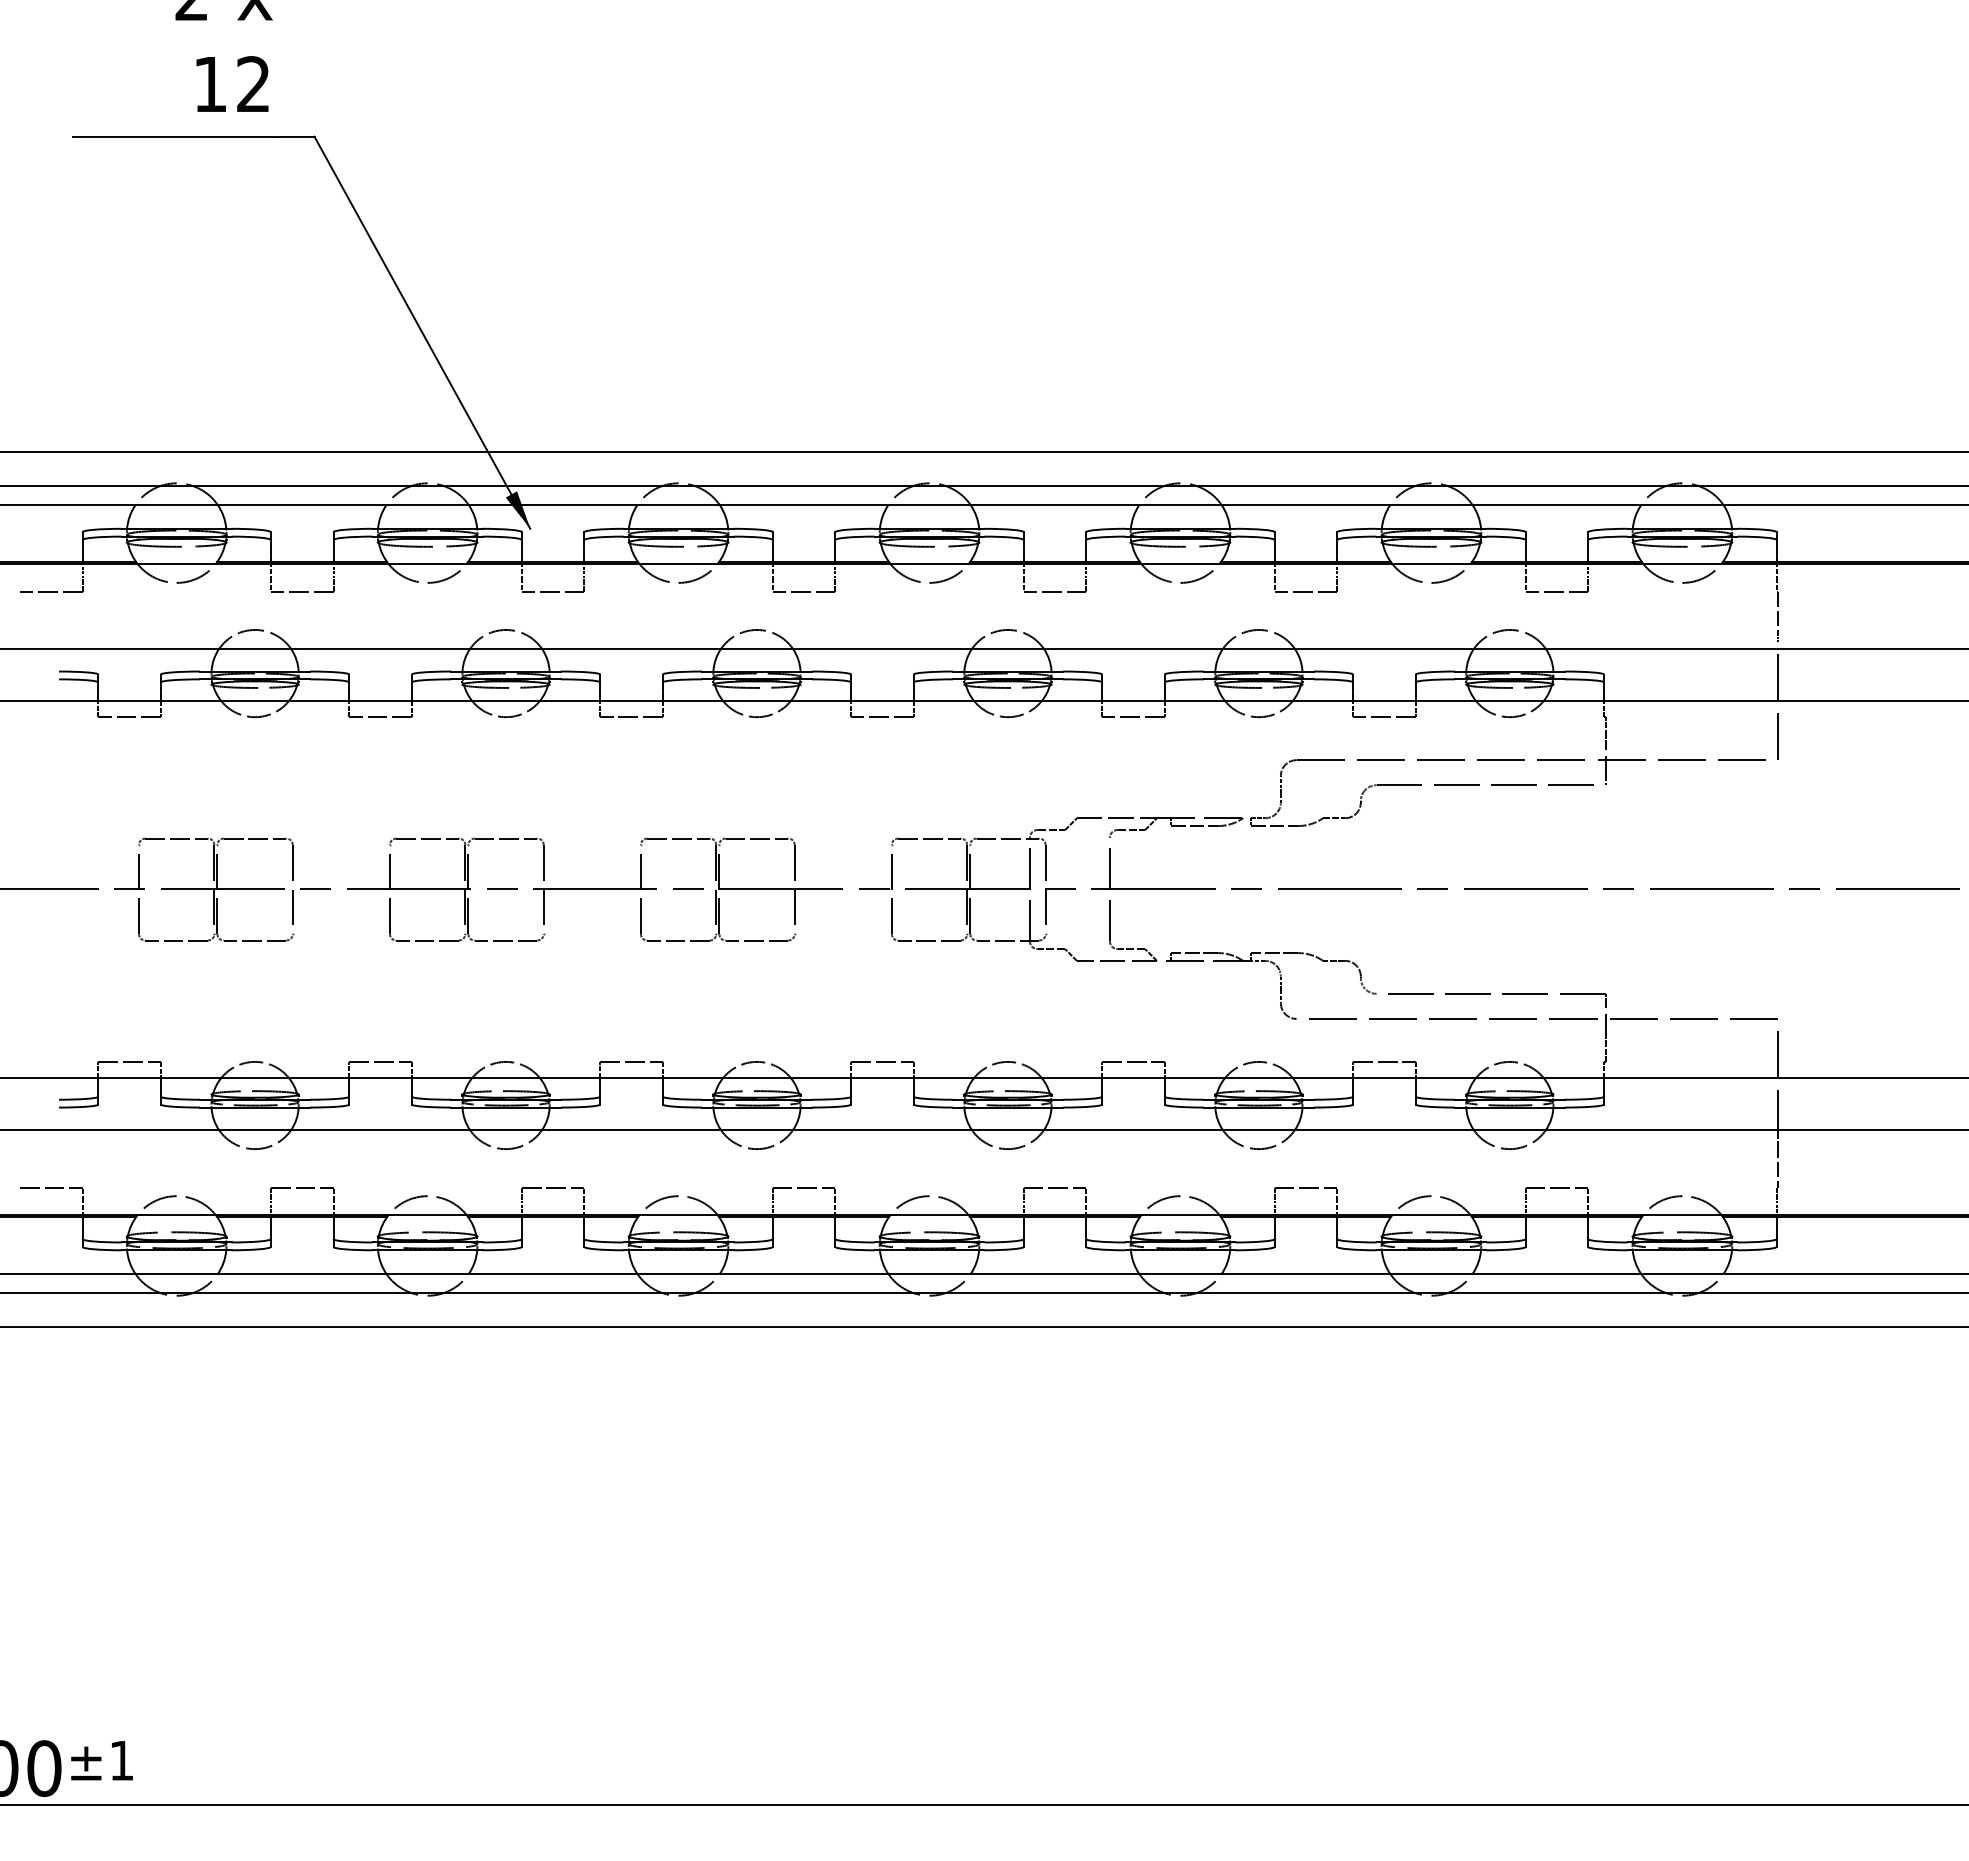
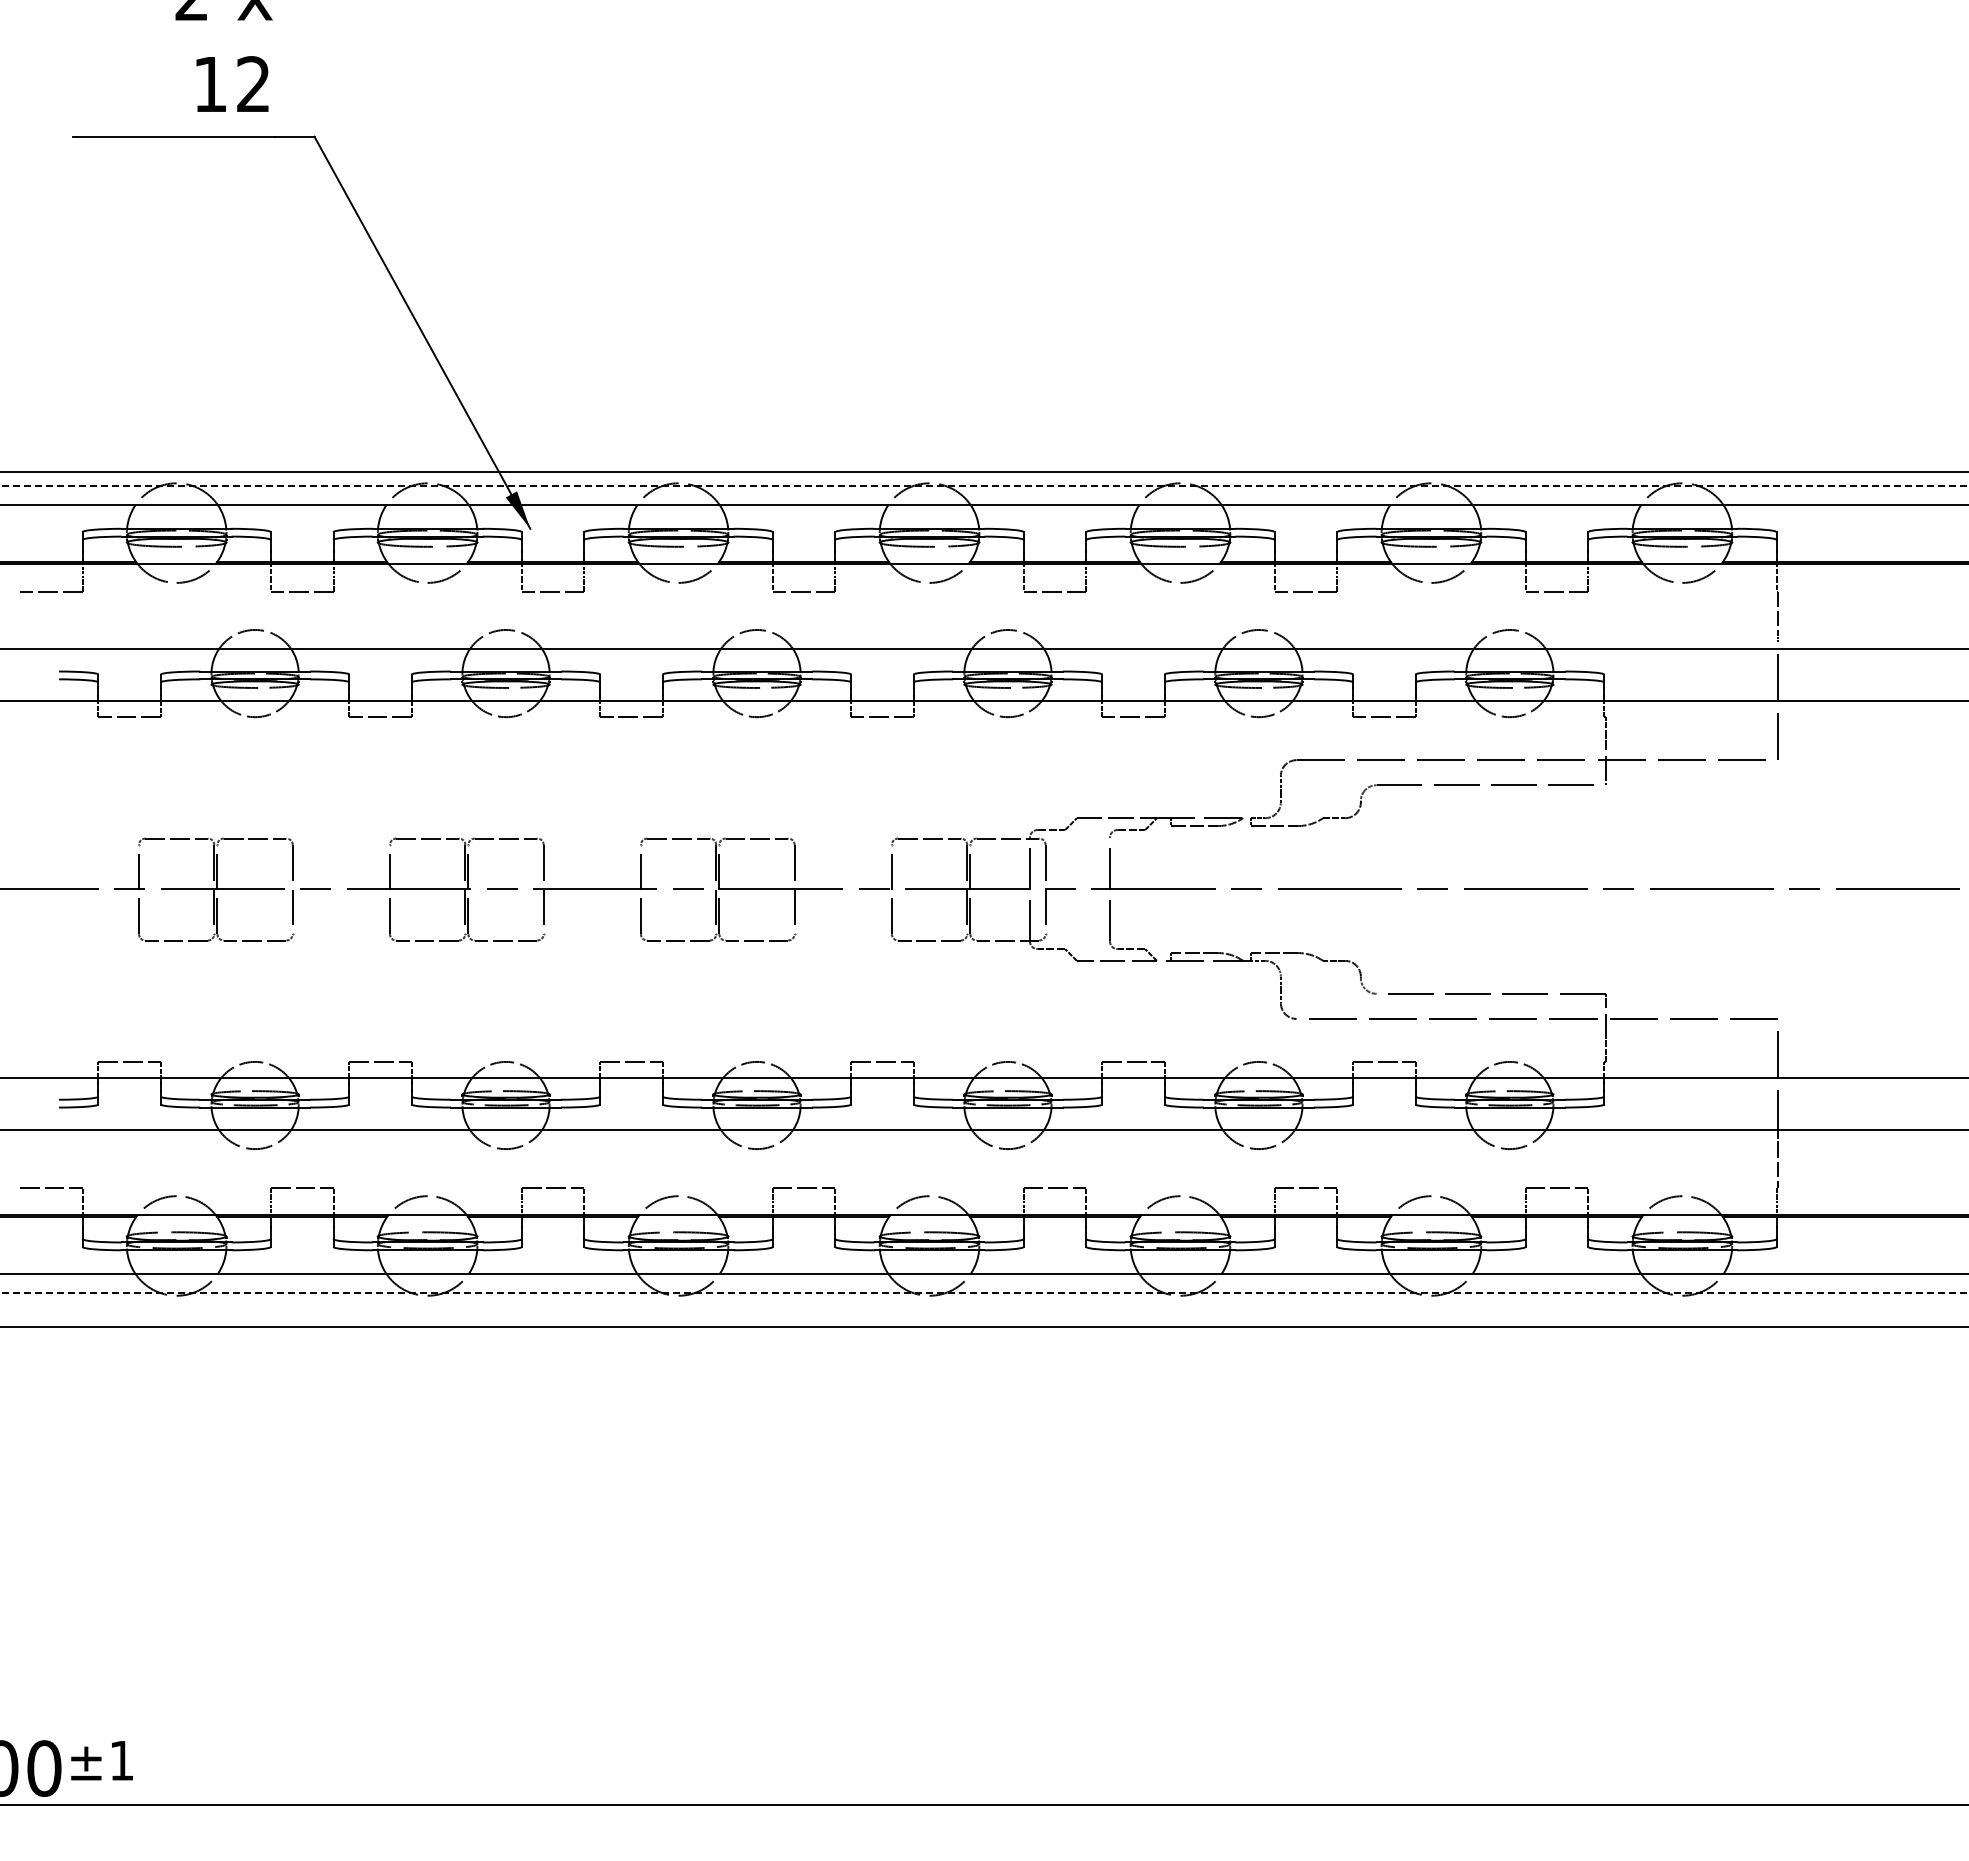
line at (983, 451) position: (983, 451) -> (983, 471)
line at (984, 486): solid -> dashed
line at (984, 1292): solid -> dashed
